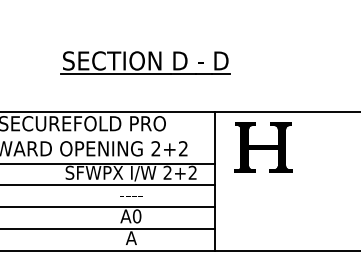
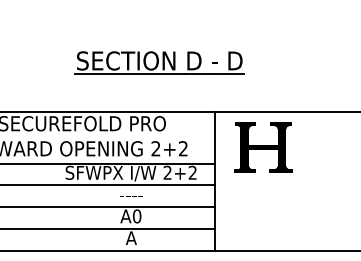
part at (145, 62) position: (145, 62) -> (159, 62)
